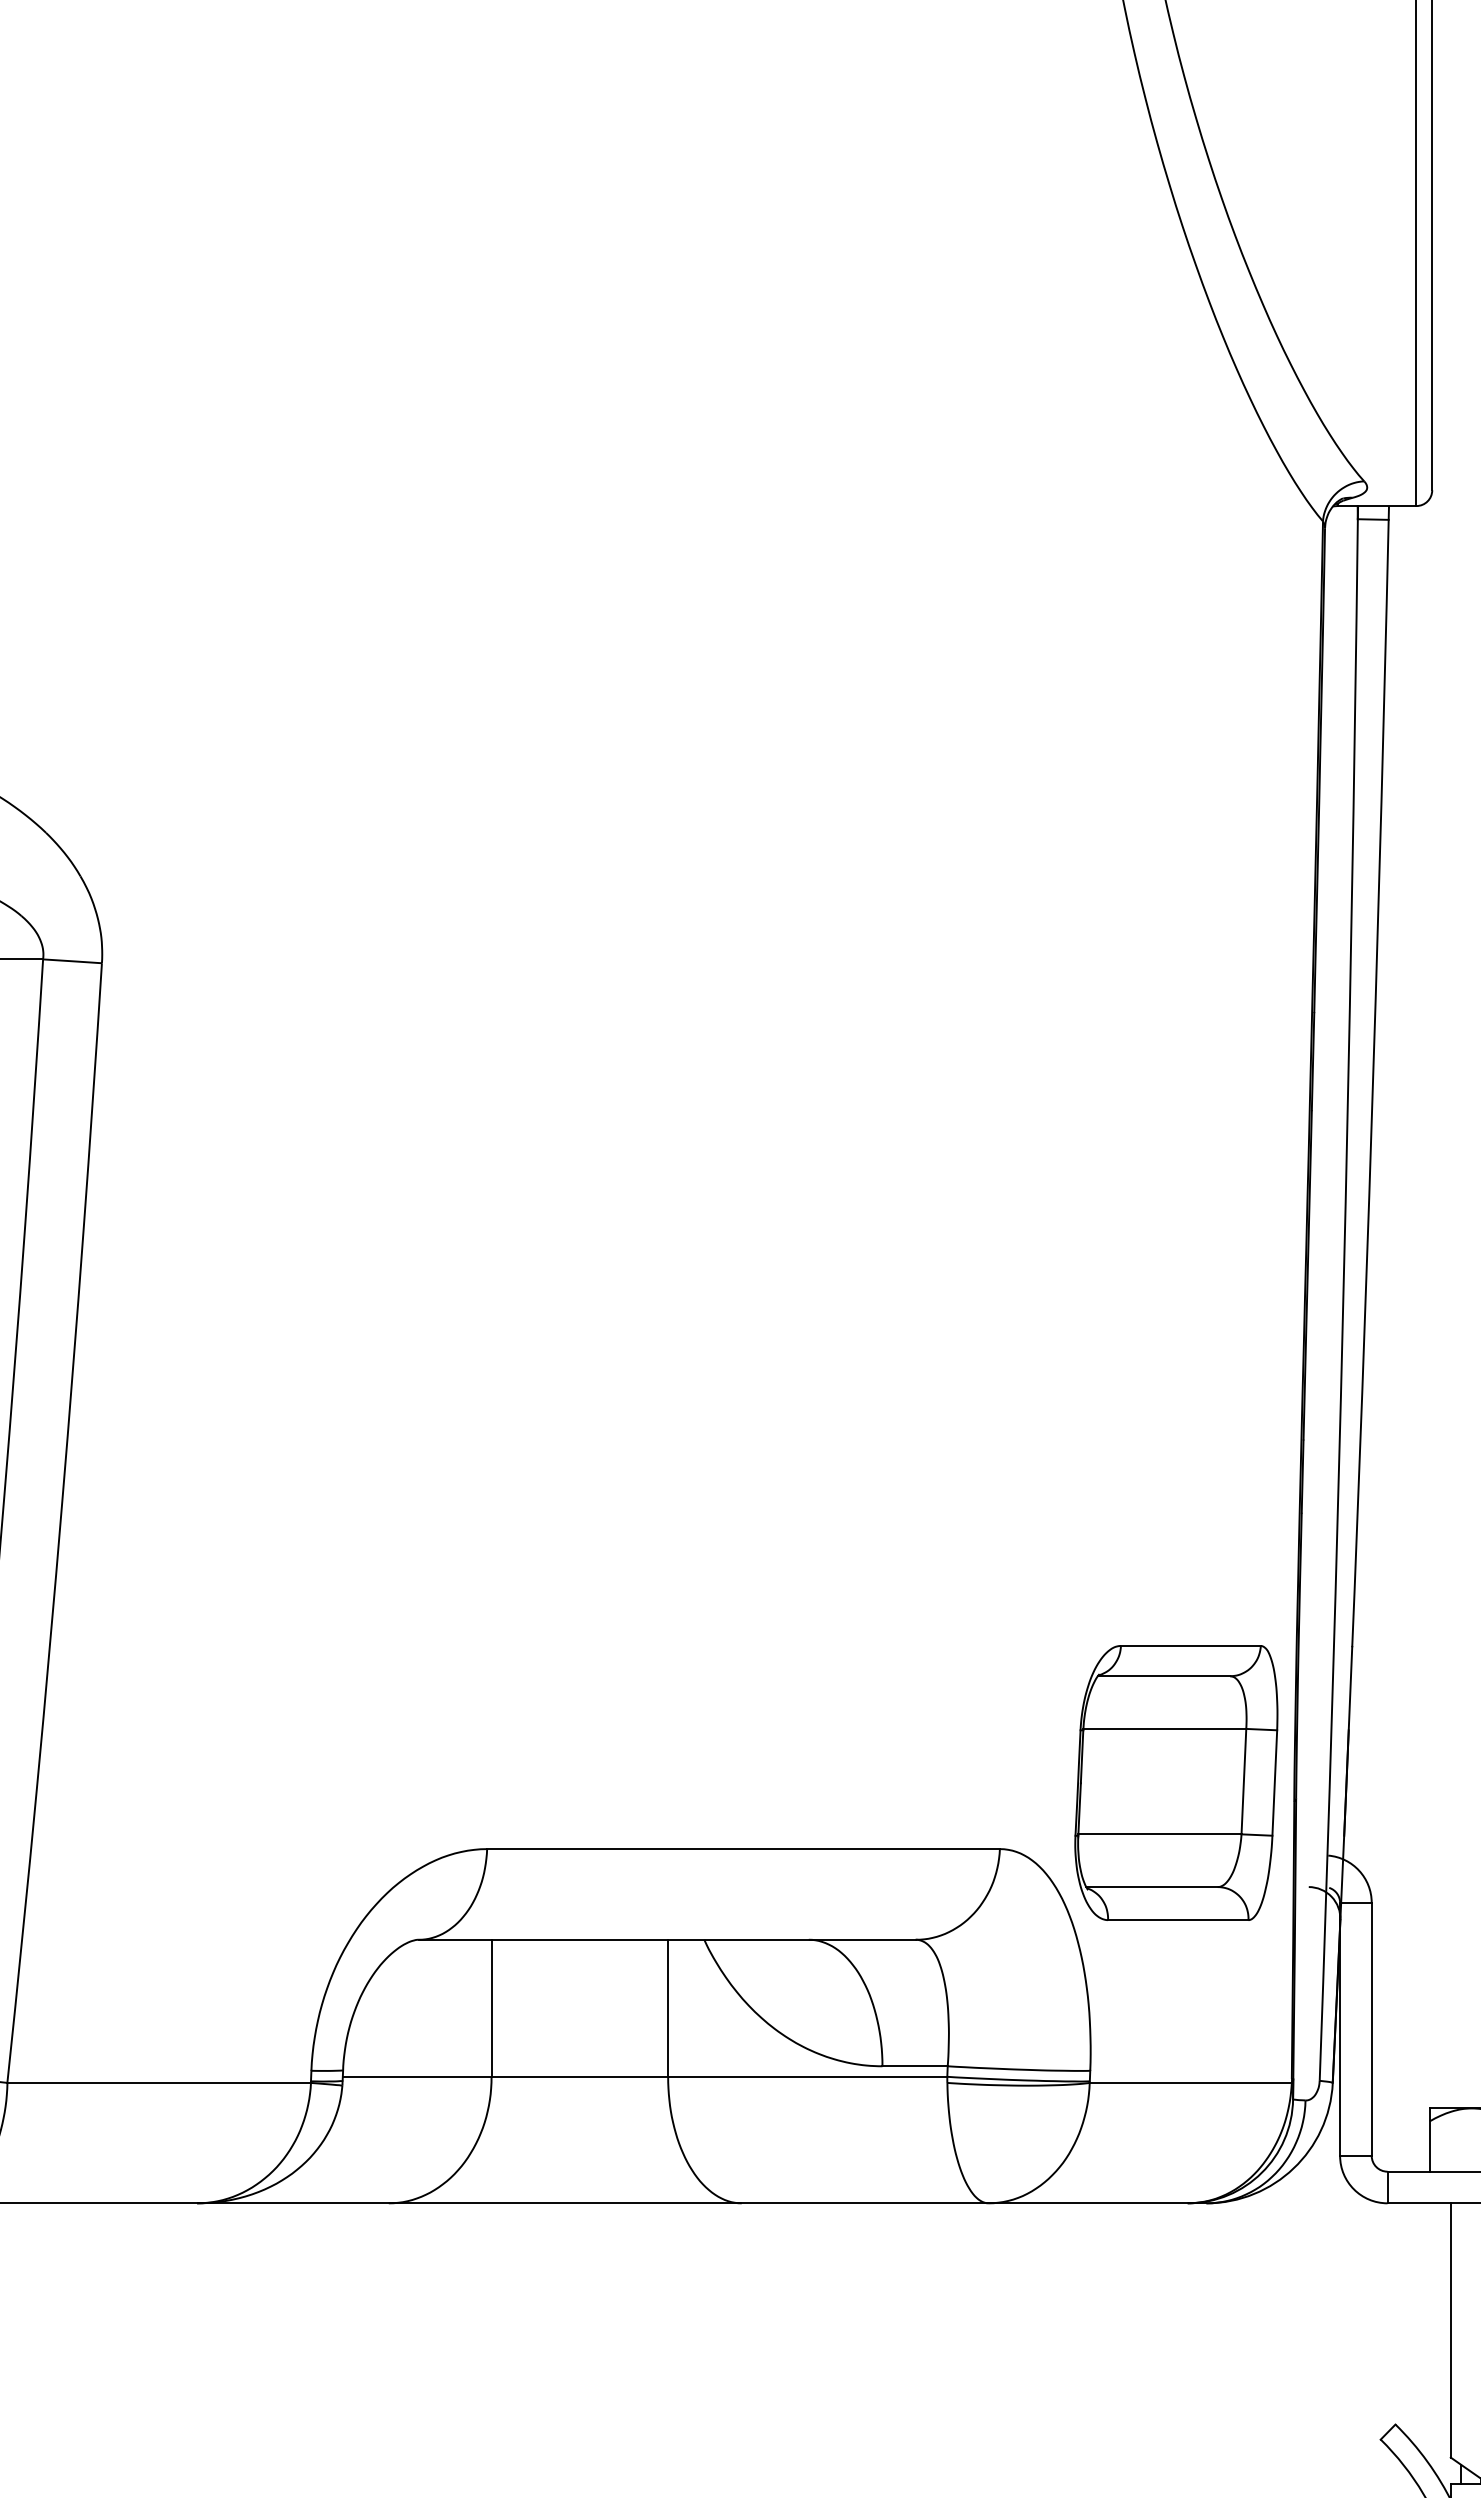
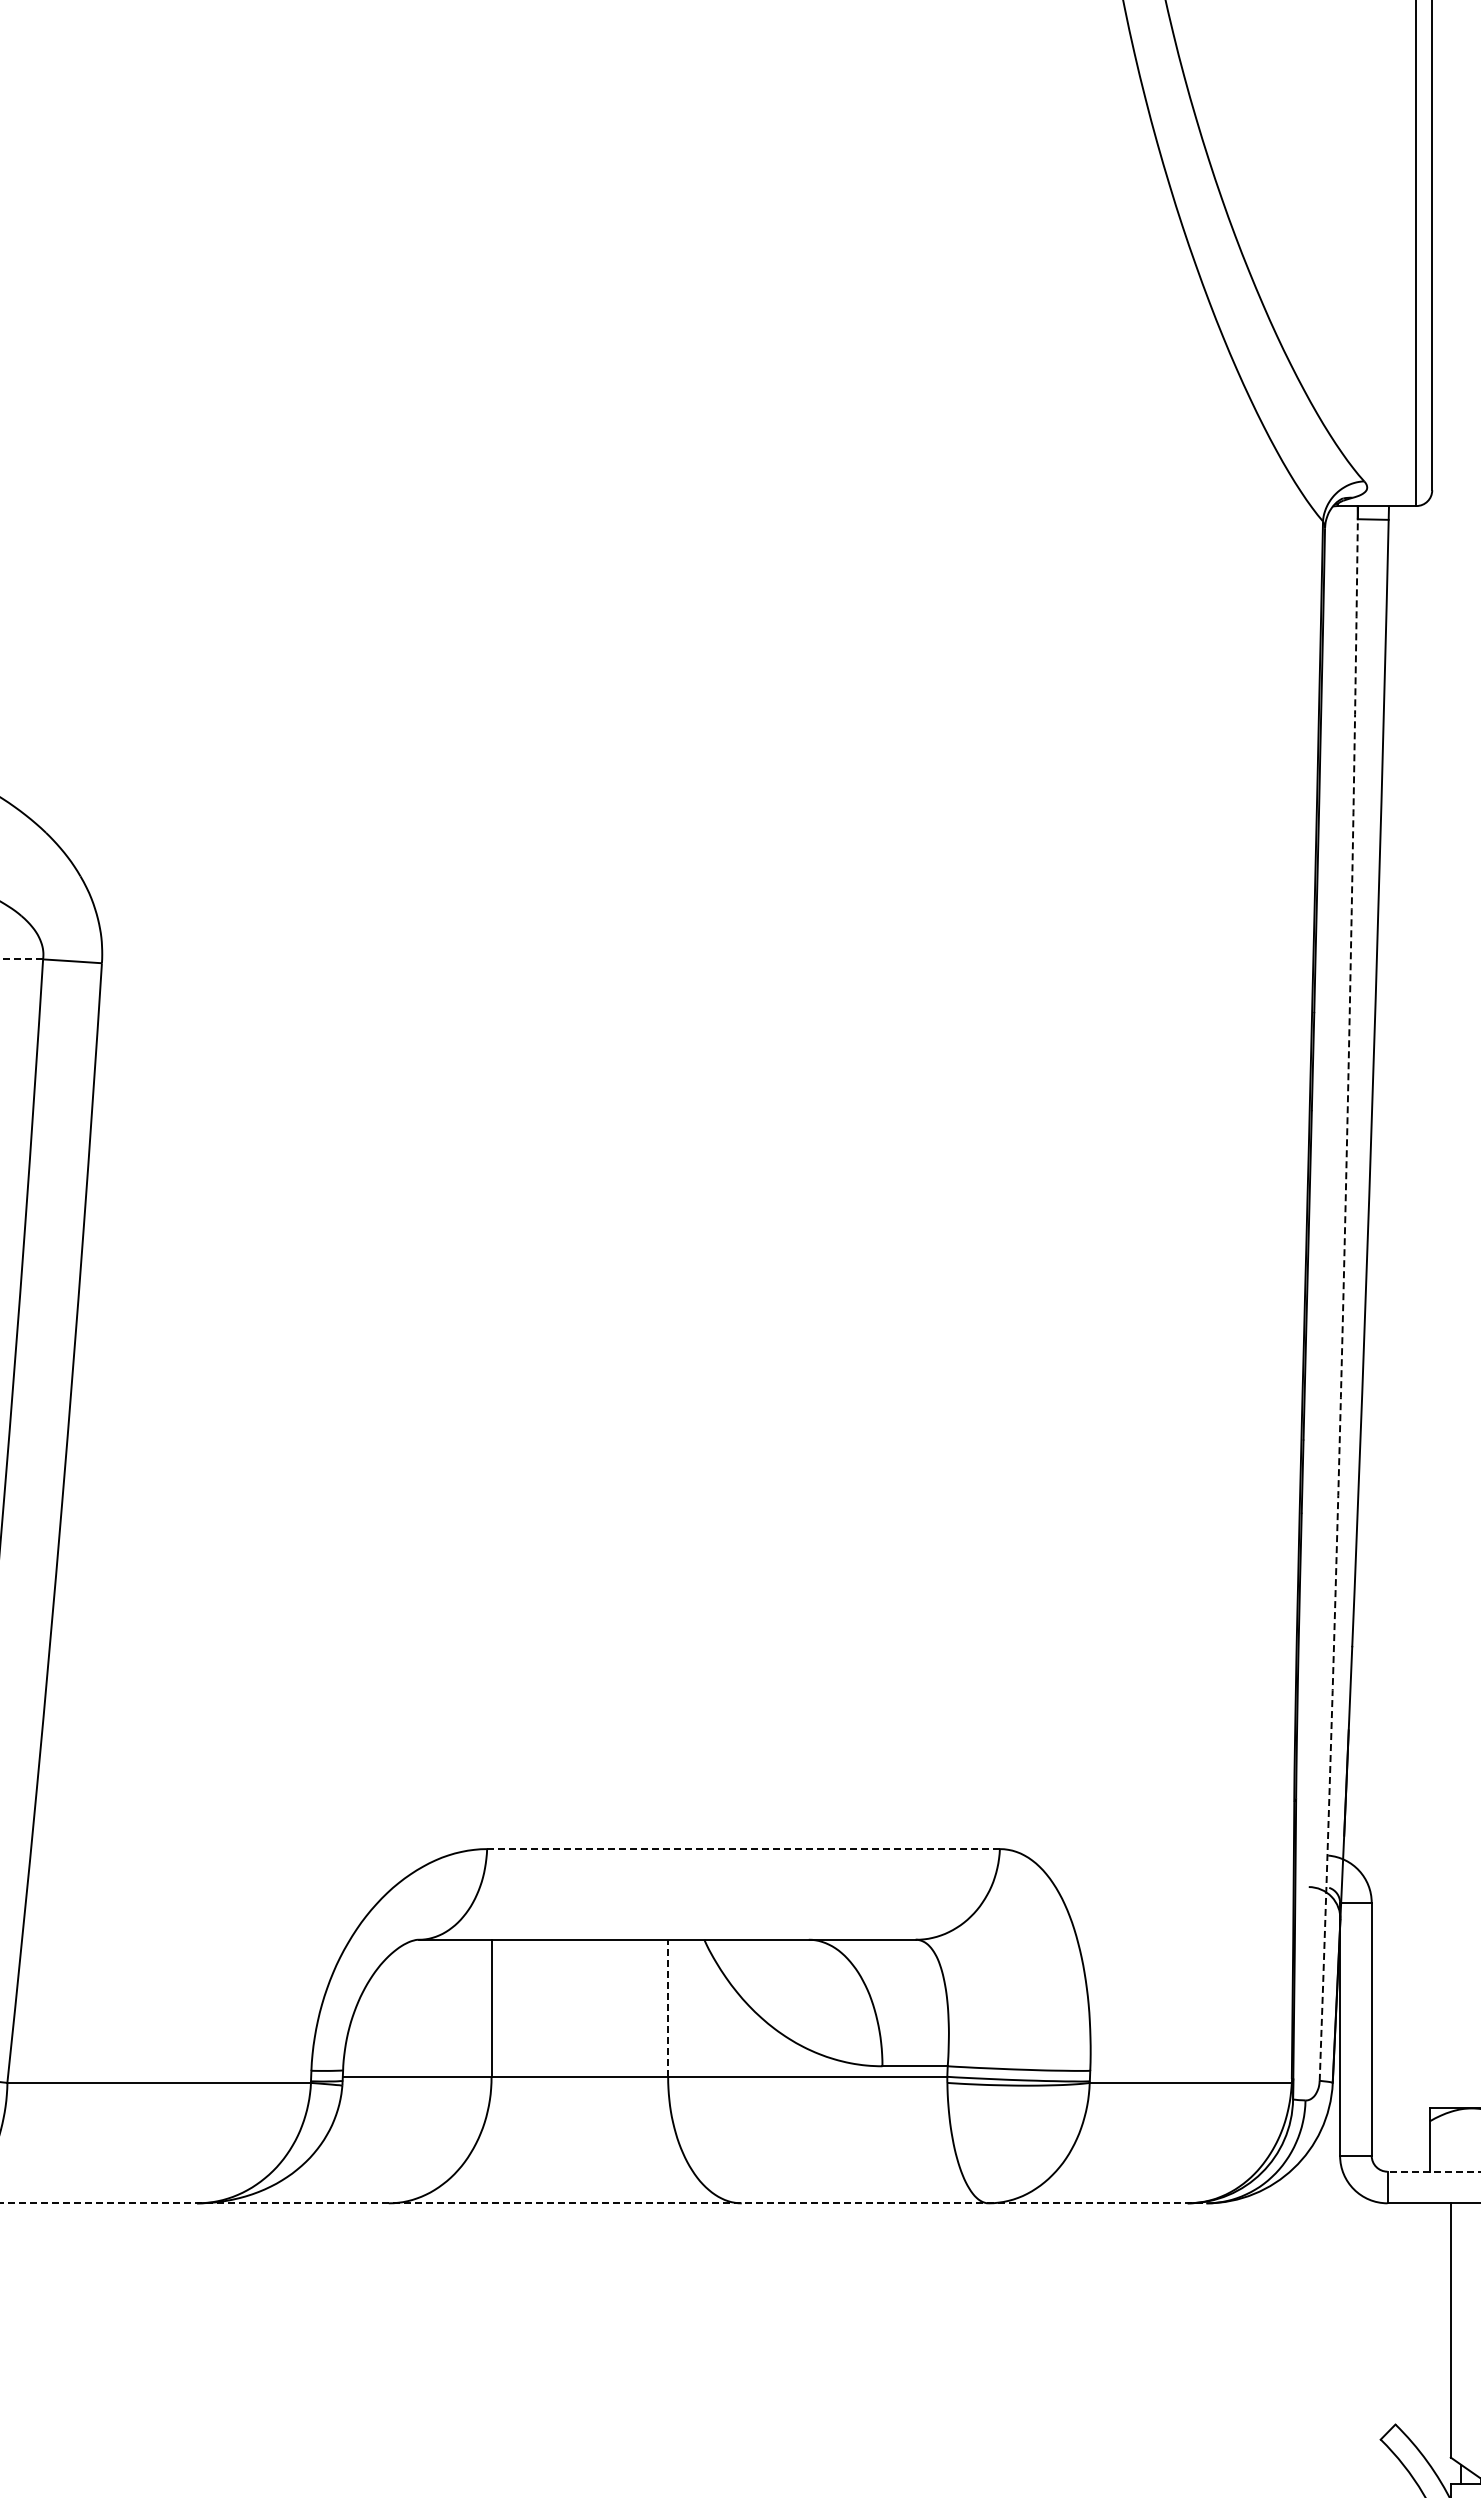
line at (21, 959): solid -> dashed
arc at (1343, 1300): solid -> dashed
part at (1176, 1782): present -> none
line at (744, 1849): solid -> dashed
line at (668, 2008): solid -> dashed
line at (1433, 2171): solid -> dashed
line at (603, 2203): solid -> dashed
